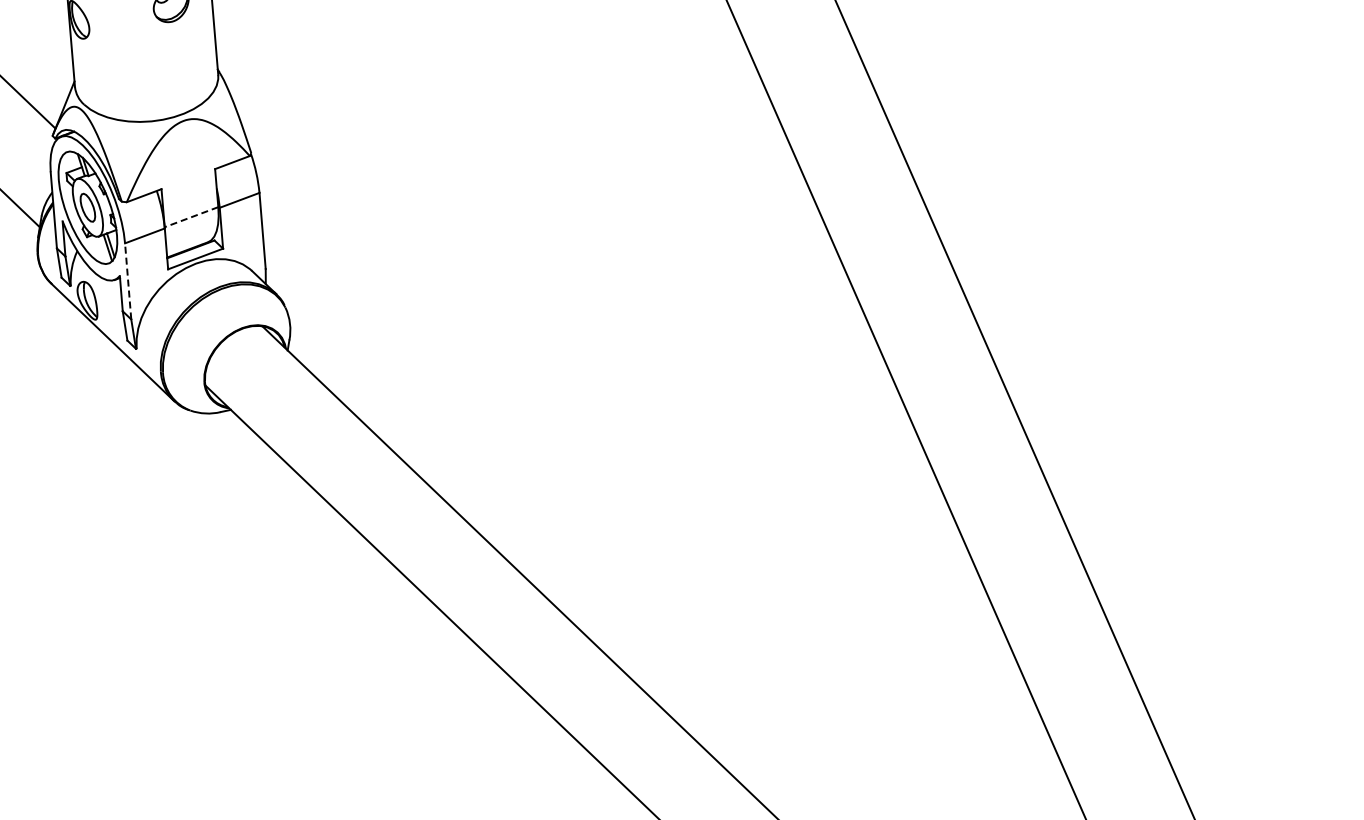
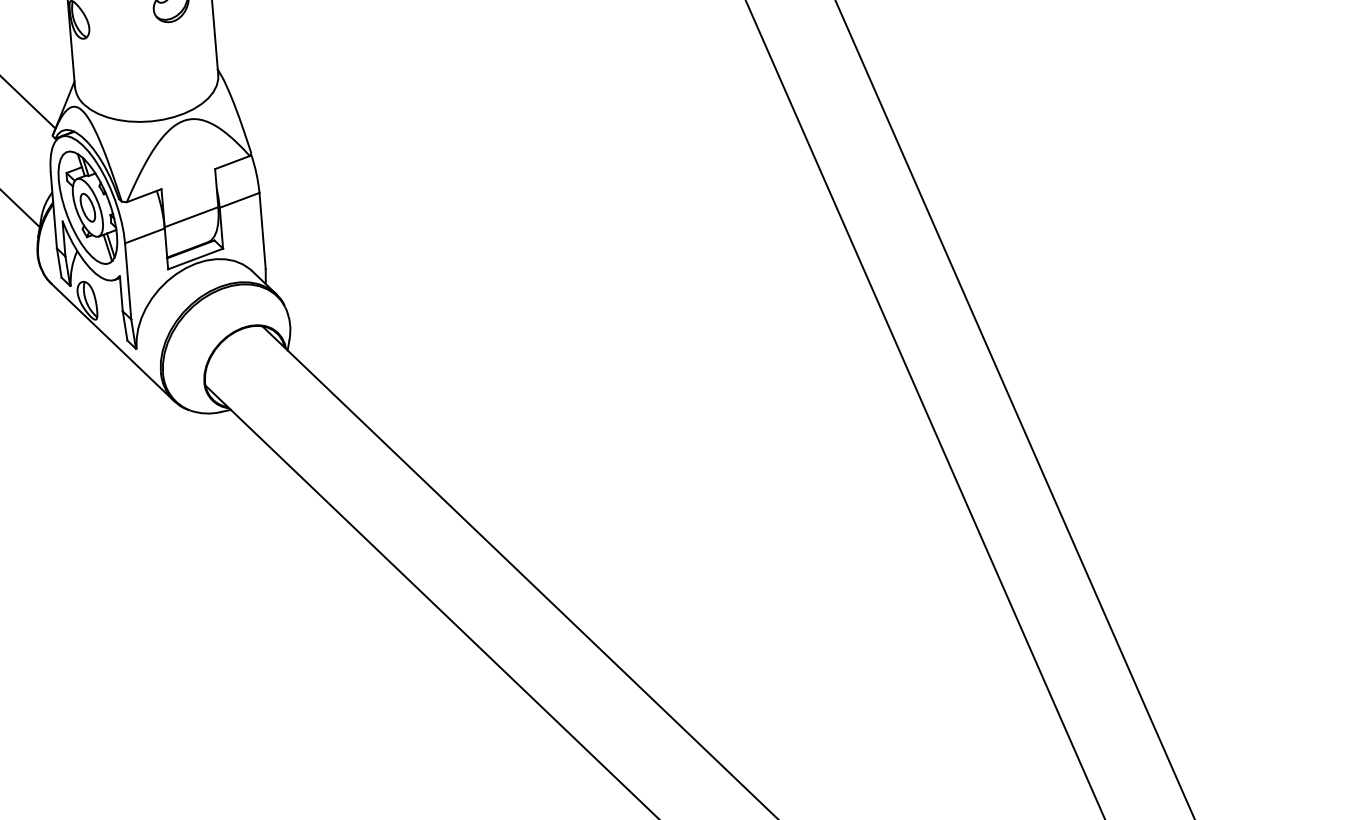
line at (191, 217): dashed -> solid
line at (128, 280): dashed -> solid
line at (905, 409) position: (905, 409) -> (924, 409)
